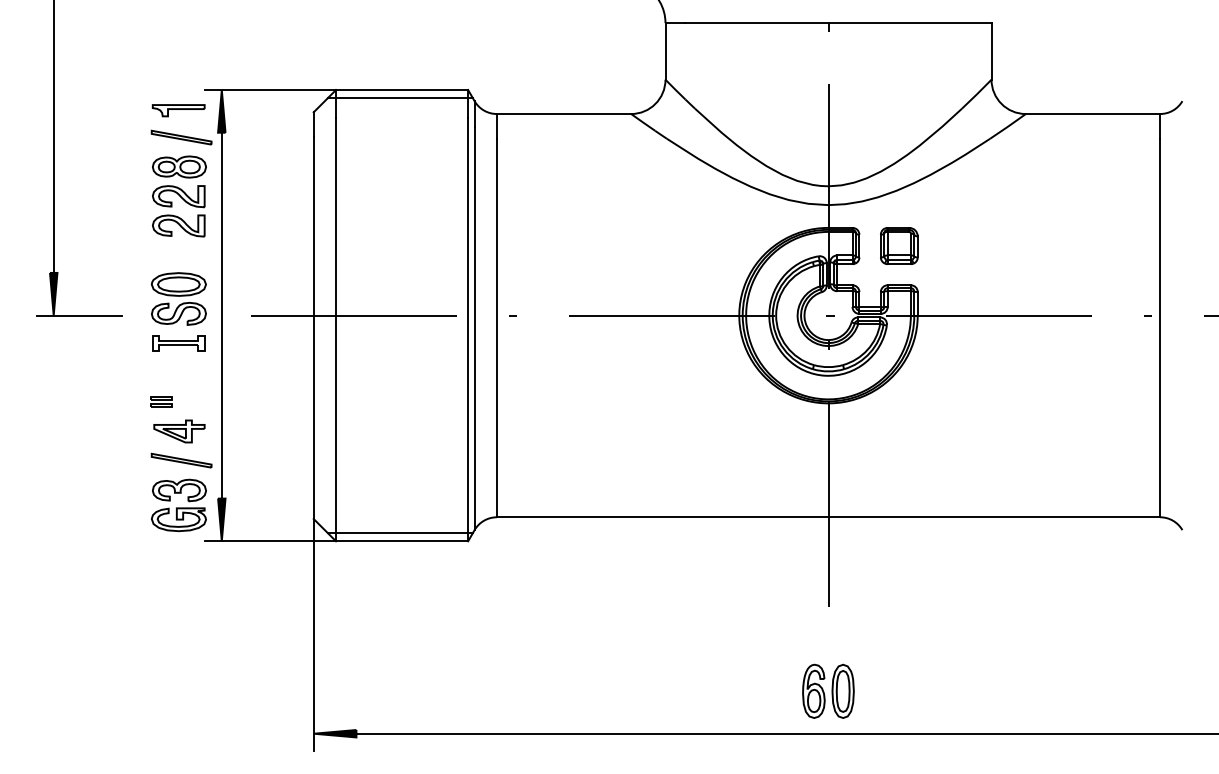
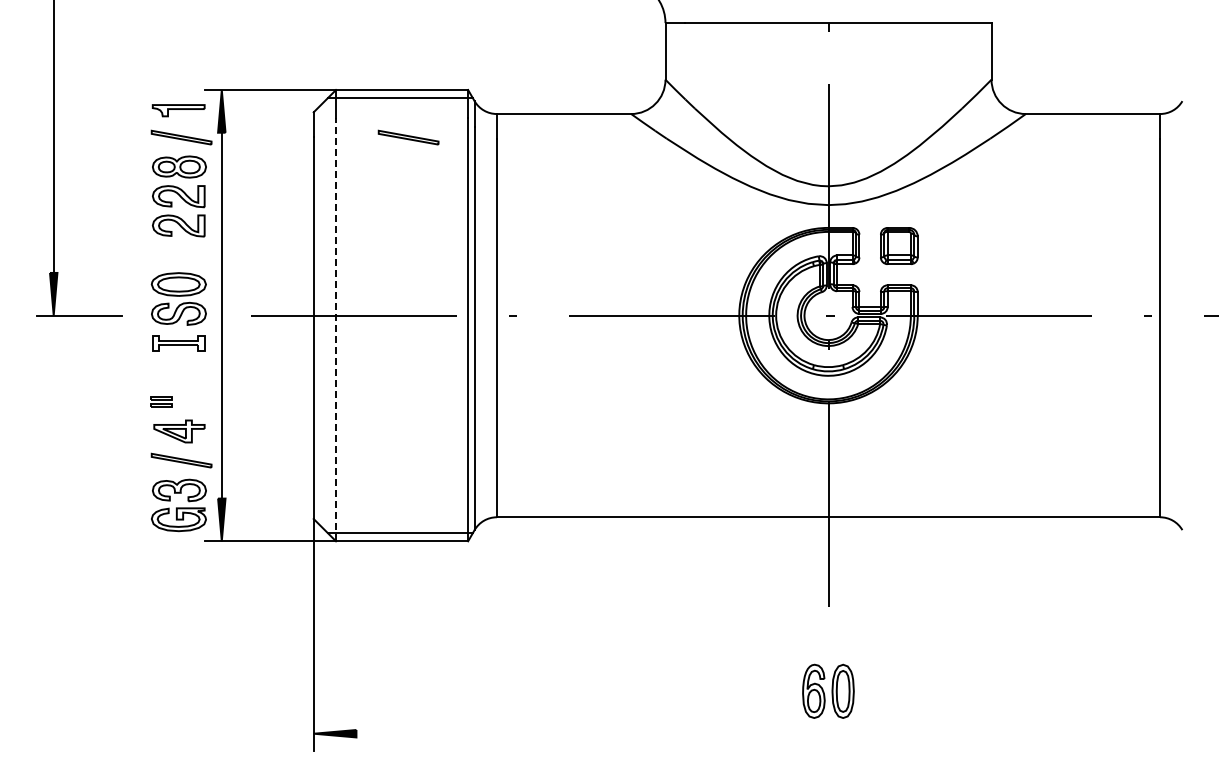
part at (408, 137): none -> present
line at (336, 329): solid -> dashed
line at (785, 733): present -> none
